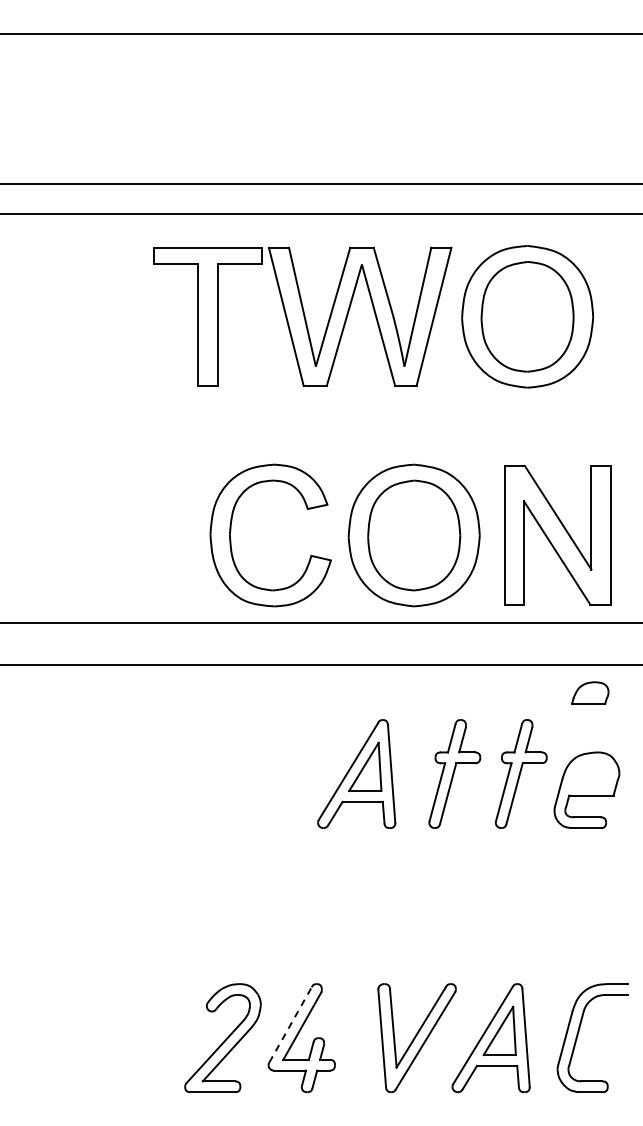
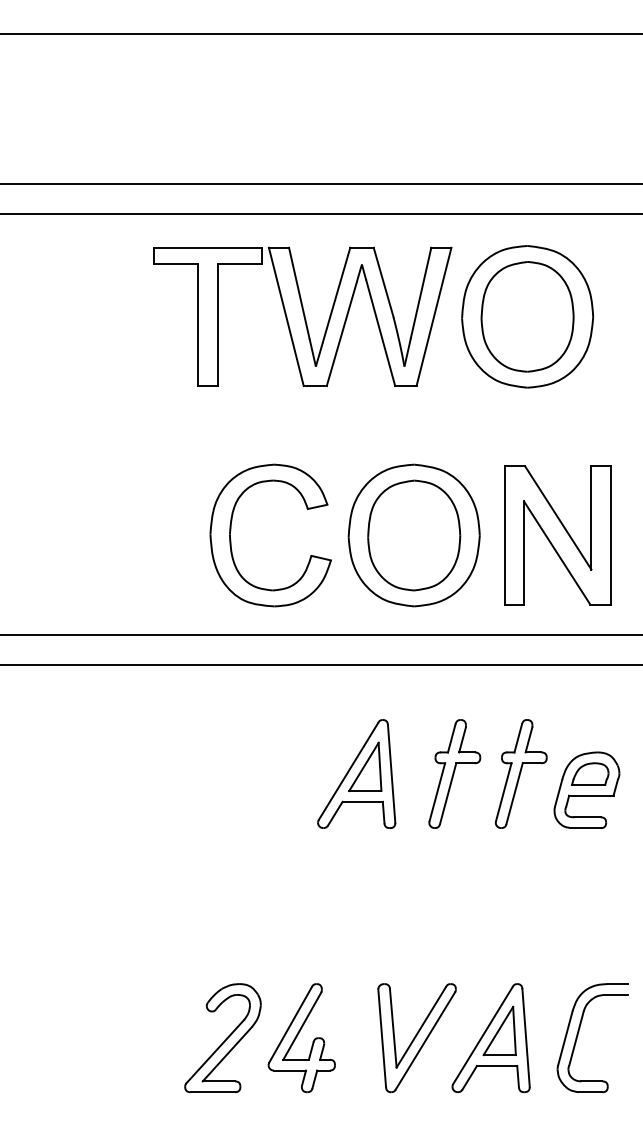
line at (320, 622) position: (320, 622) -> (320, 634)
part at (590, 692) position: (590, 692) -> (590, 773)
line at (290, 1024): dashed -> solid
